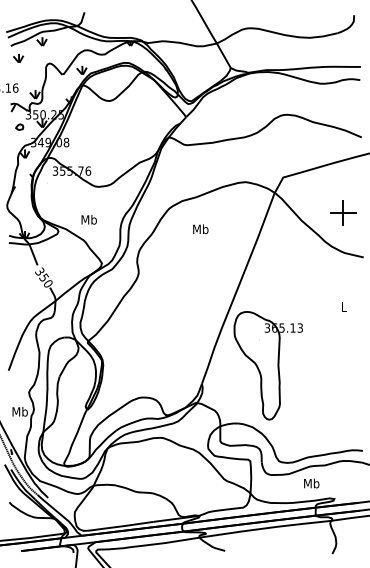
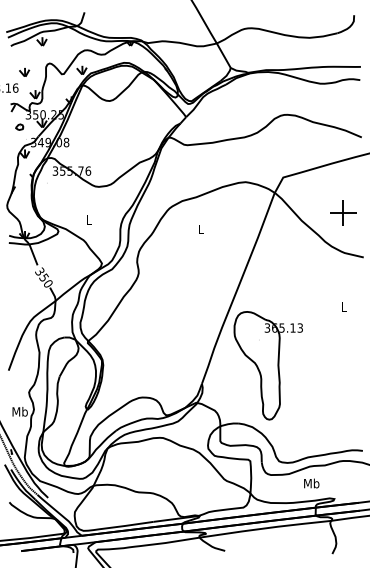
part at (18, 58) position: (18, 58) -> (24, 72)
text at (88, 219): Mb -> L
text at (200, 229): Mb -> L
